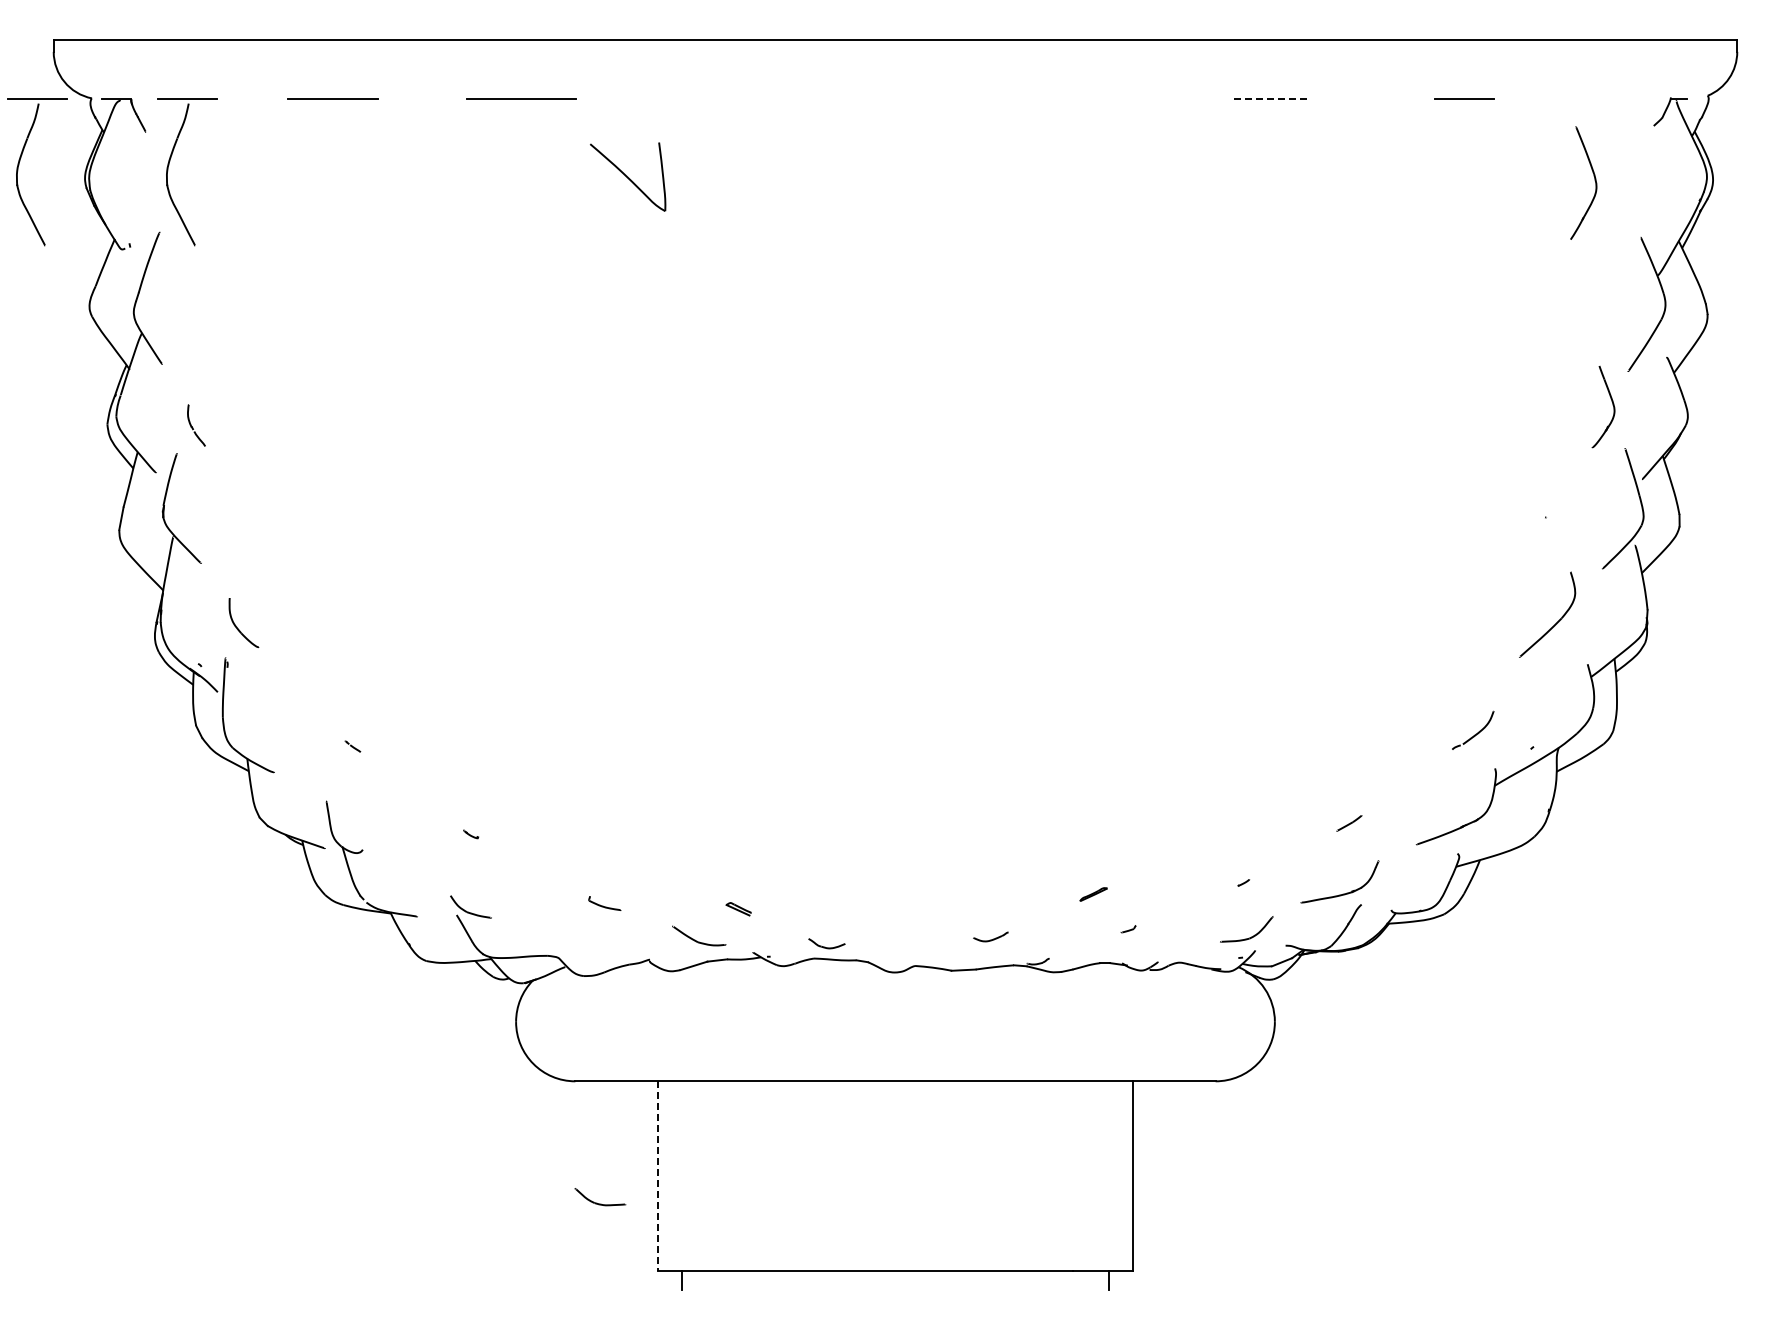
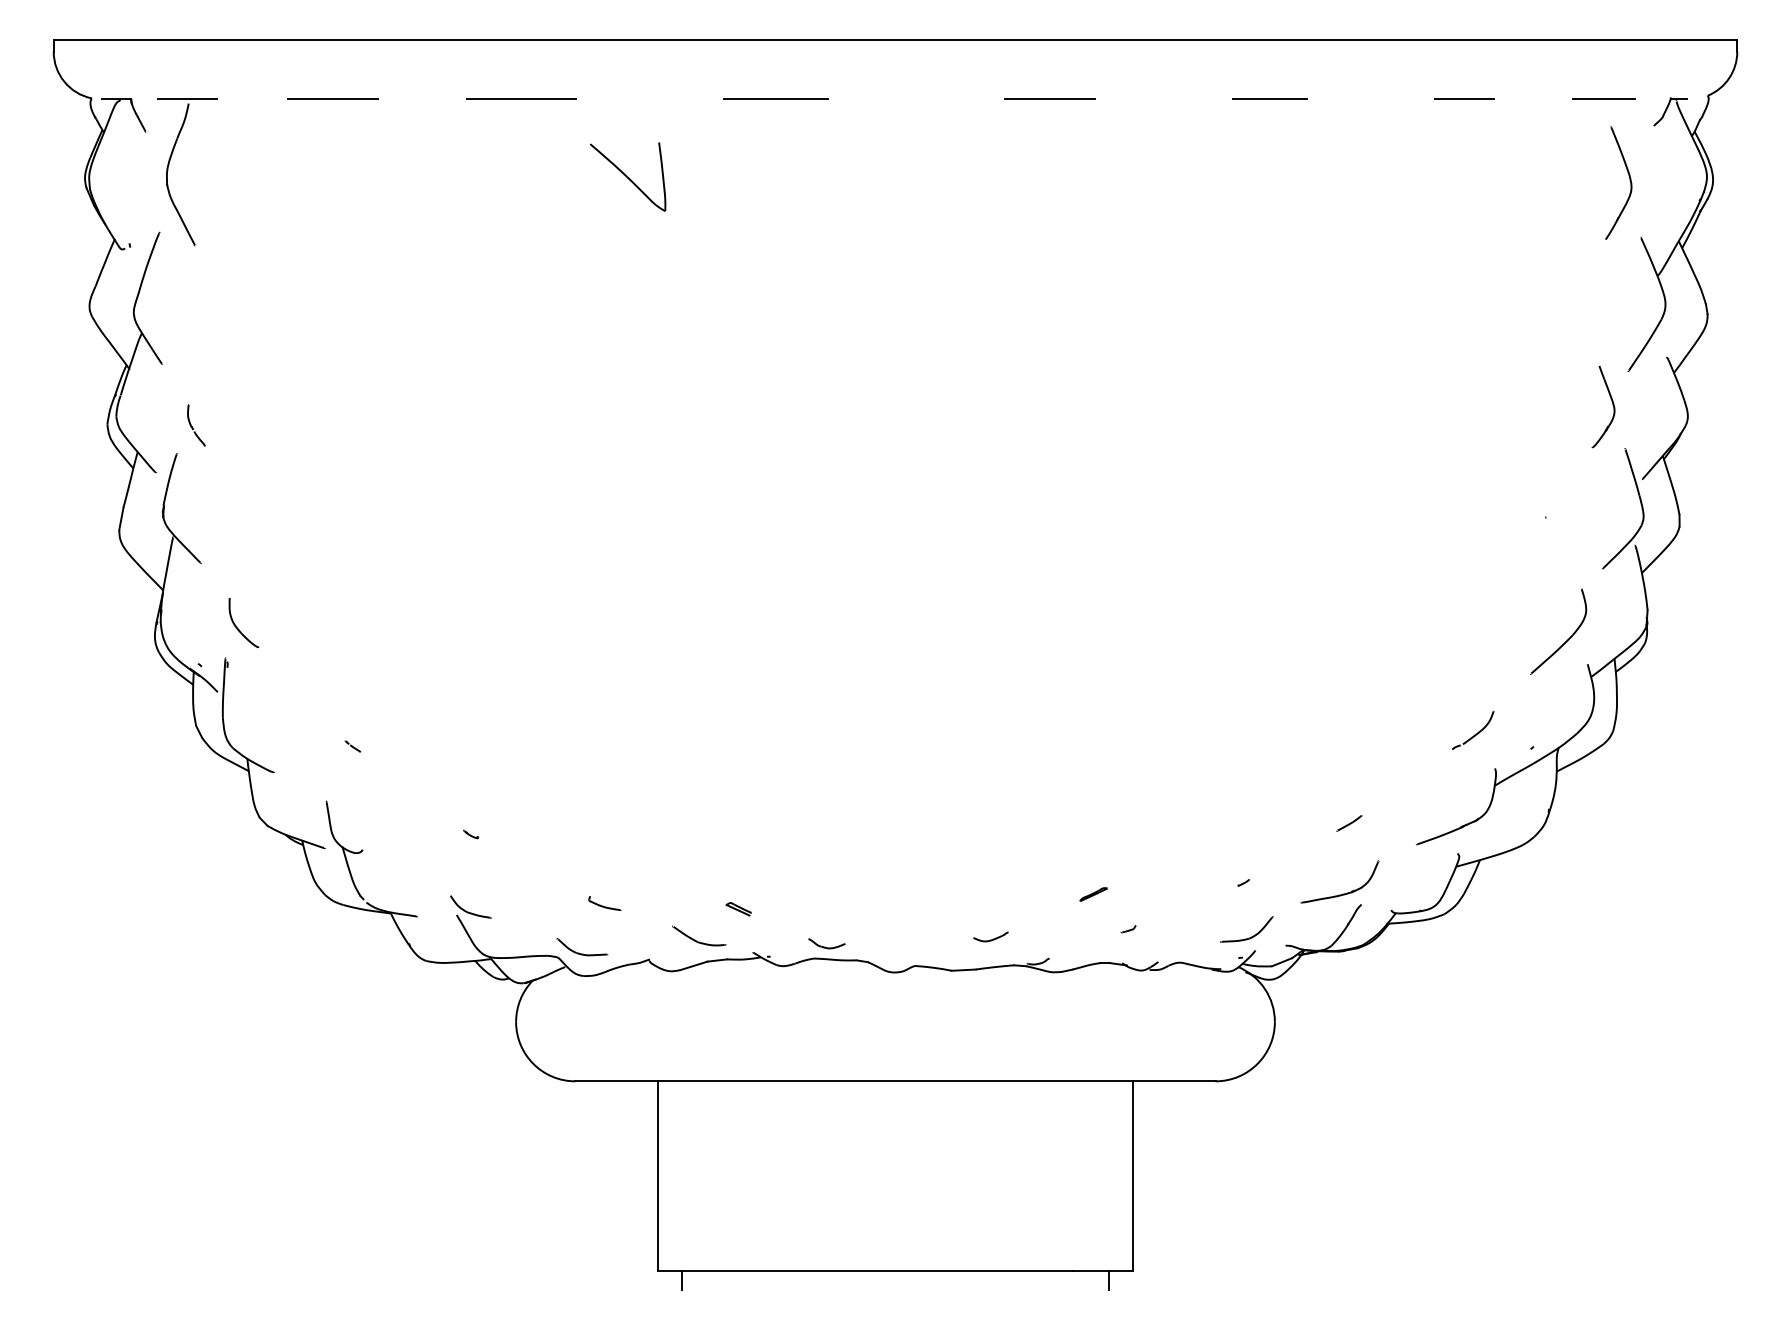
line at (775, 99): none -> present
line at (1049, 99): none -> present
line at (1269, 99): dashed -> solid
line at (1603, 99): none -> present
part at (18, 171): present -> none
part at (1594, 180) position: (1594, 180) -> (1629, 180)
part at (1556, 622) position: (1556, 622) -> (1567, 639)
line at (658, 1176): dashed -> solid
part at (600, 1197) position: (600, 1197) -> (582, 947)
